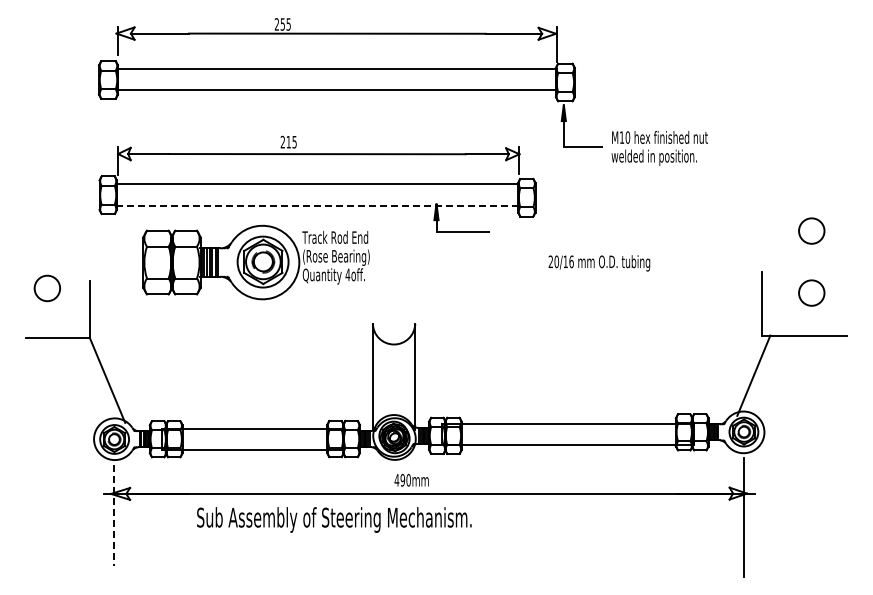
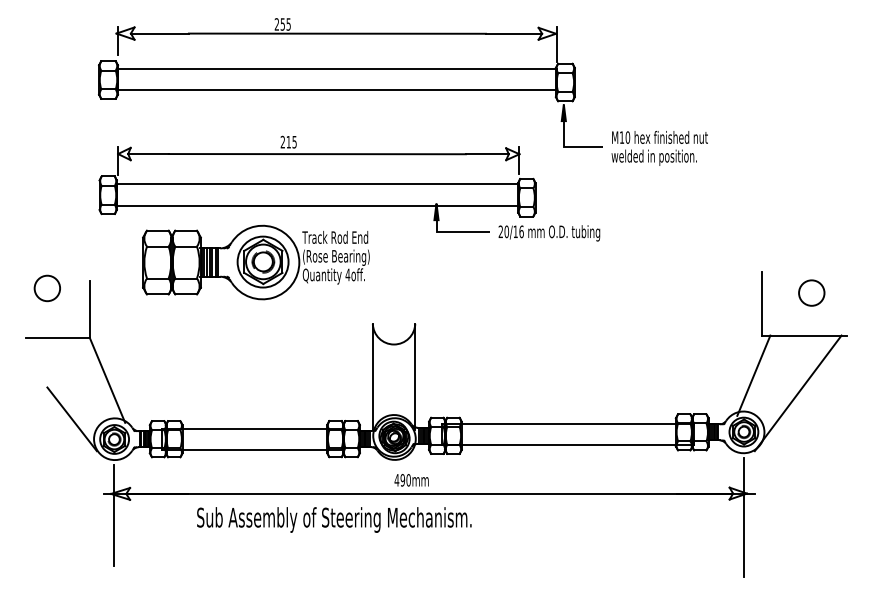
line at (317, 205): dashed -> solid
circle at (811, 230): present -> none
text at (599, 263) position: (599, 263) -> (549, 233)
line at (797, 393): none -> present
line at (71, 419): none -> present
line at (113, 515): dashed -> solid
